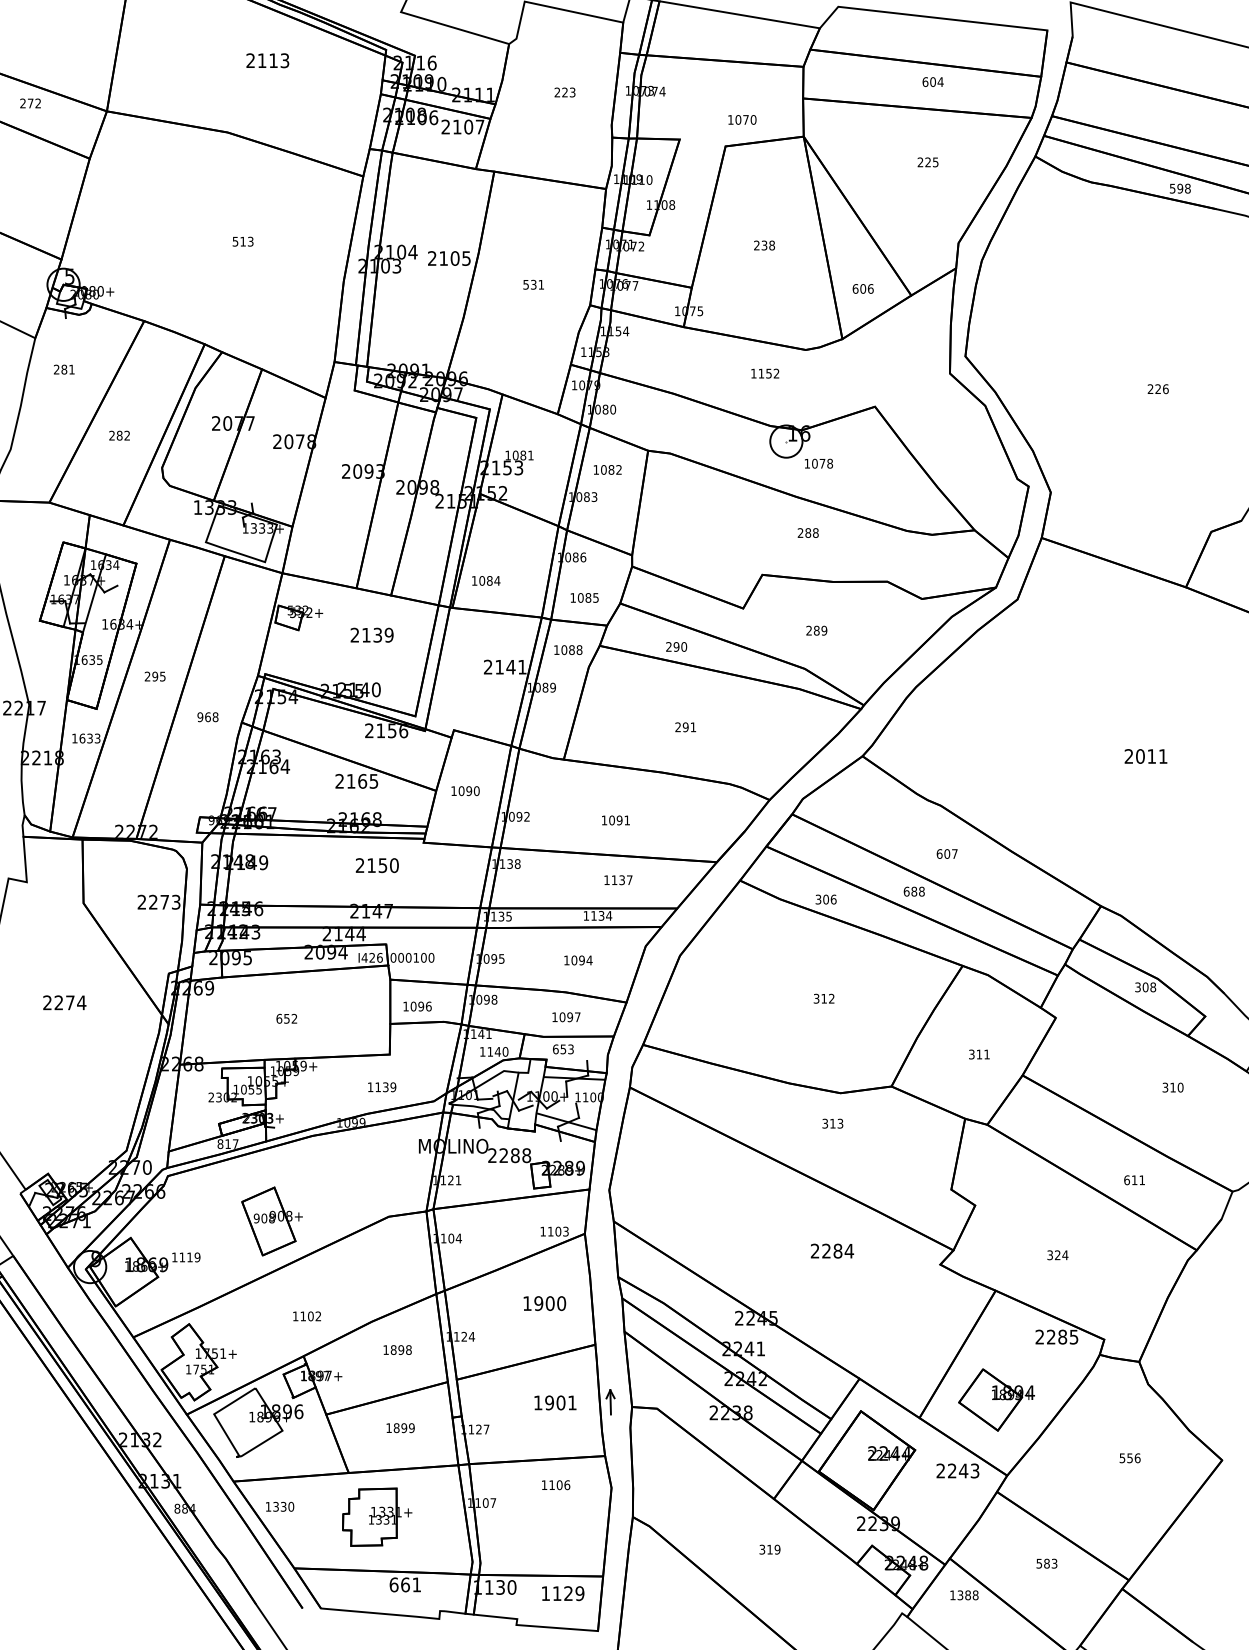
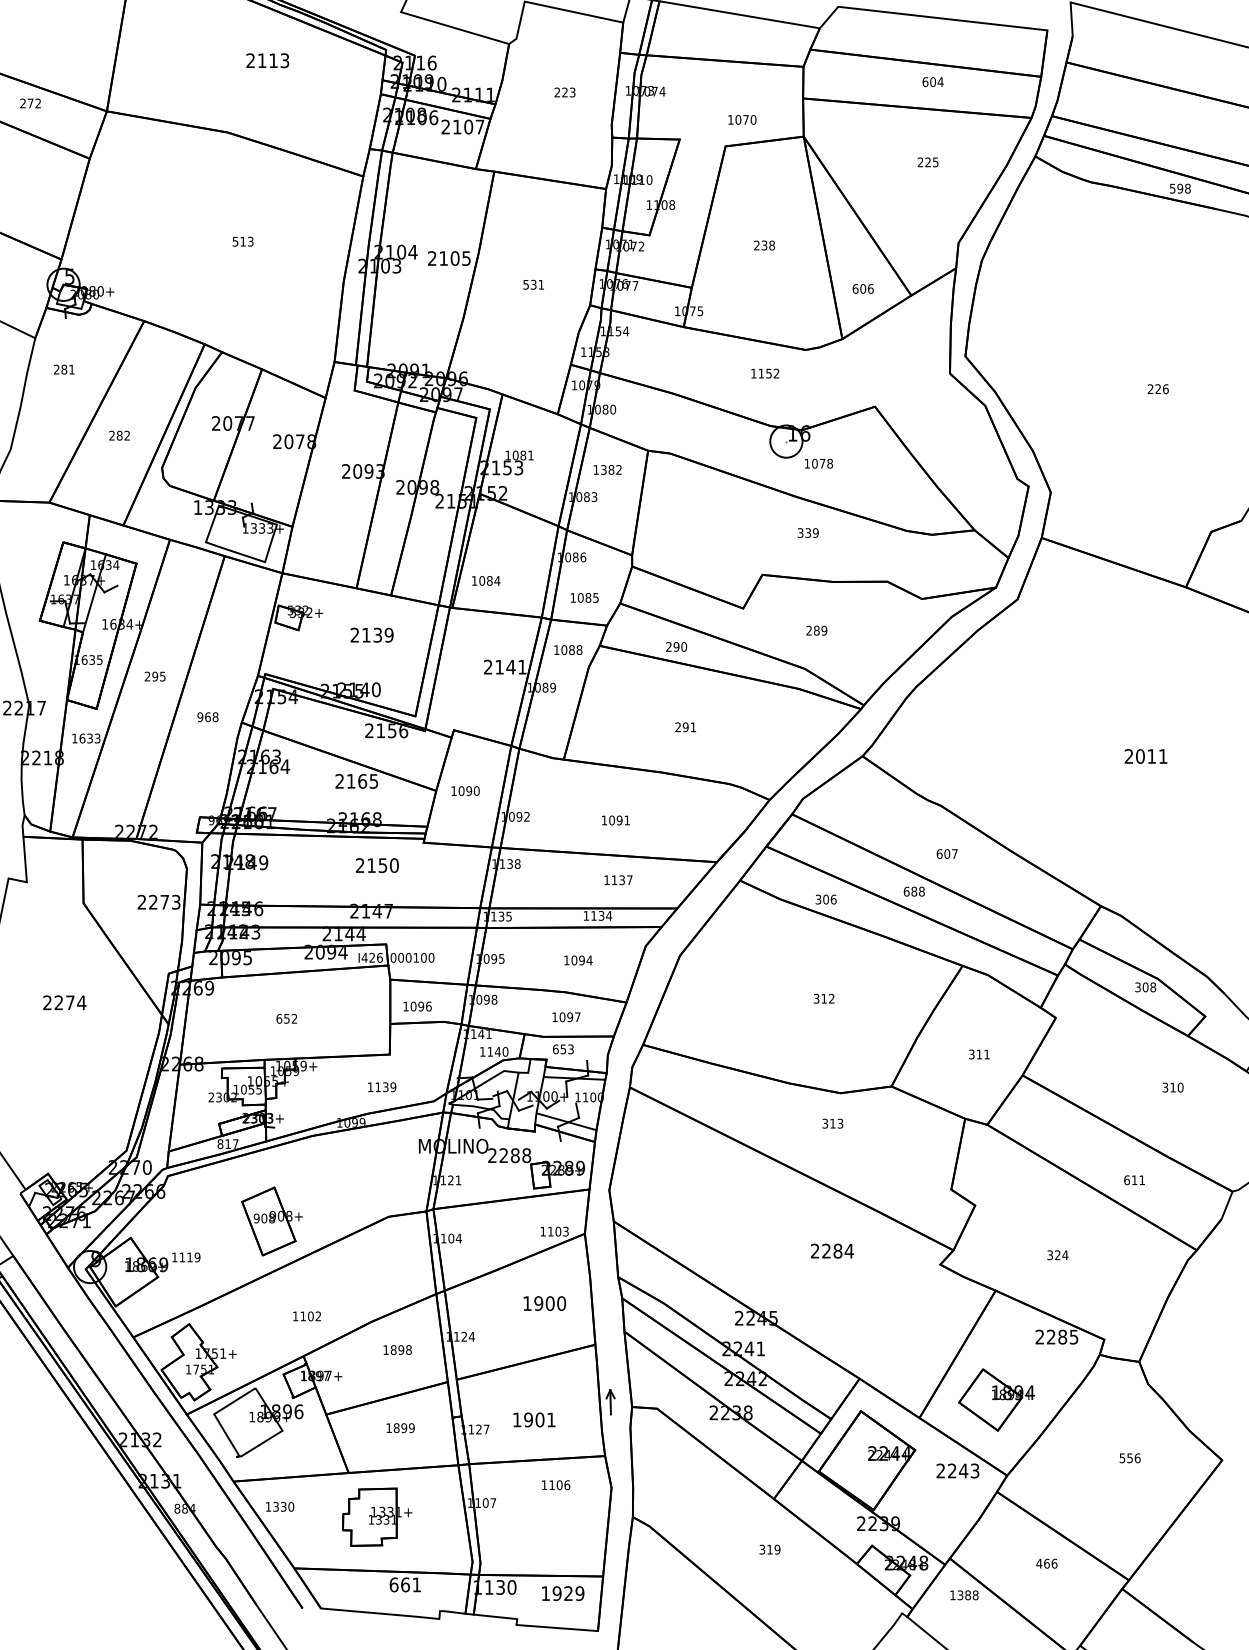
text at (603, 469): 1082 -> 1382
text at (807, 532): 288 -> 339
text at (555, 1402) position: (555, 1402) -> (534, 1419)
text at (1046, 1563): 583 -> 466
text at (556, 1593): 1129 -> 1929
